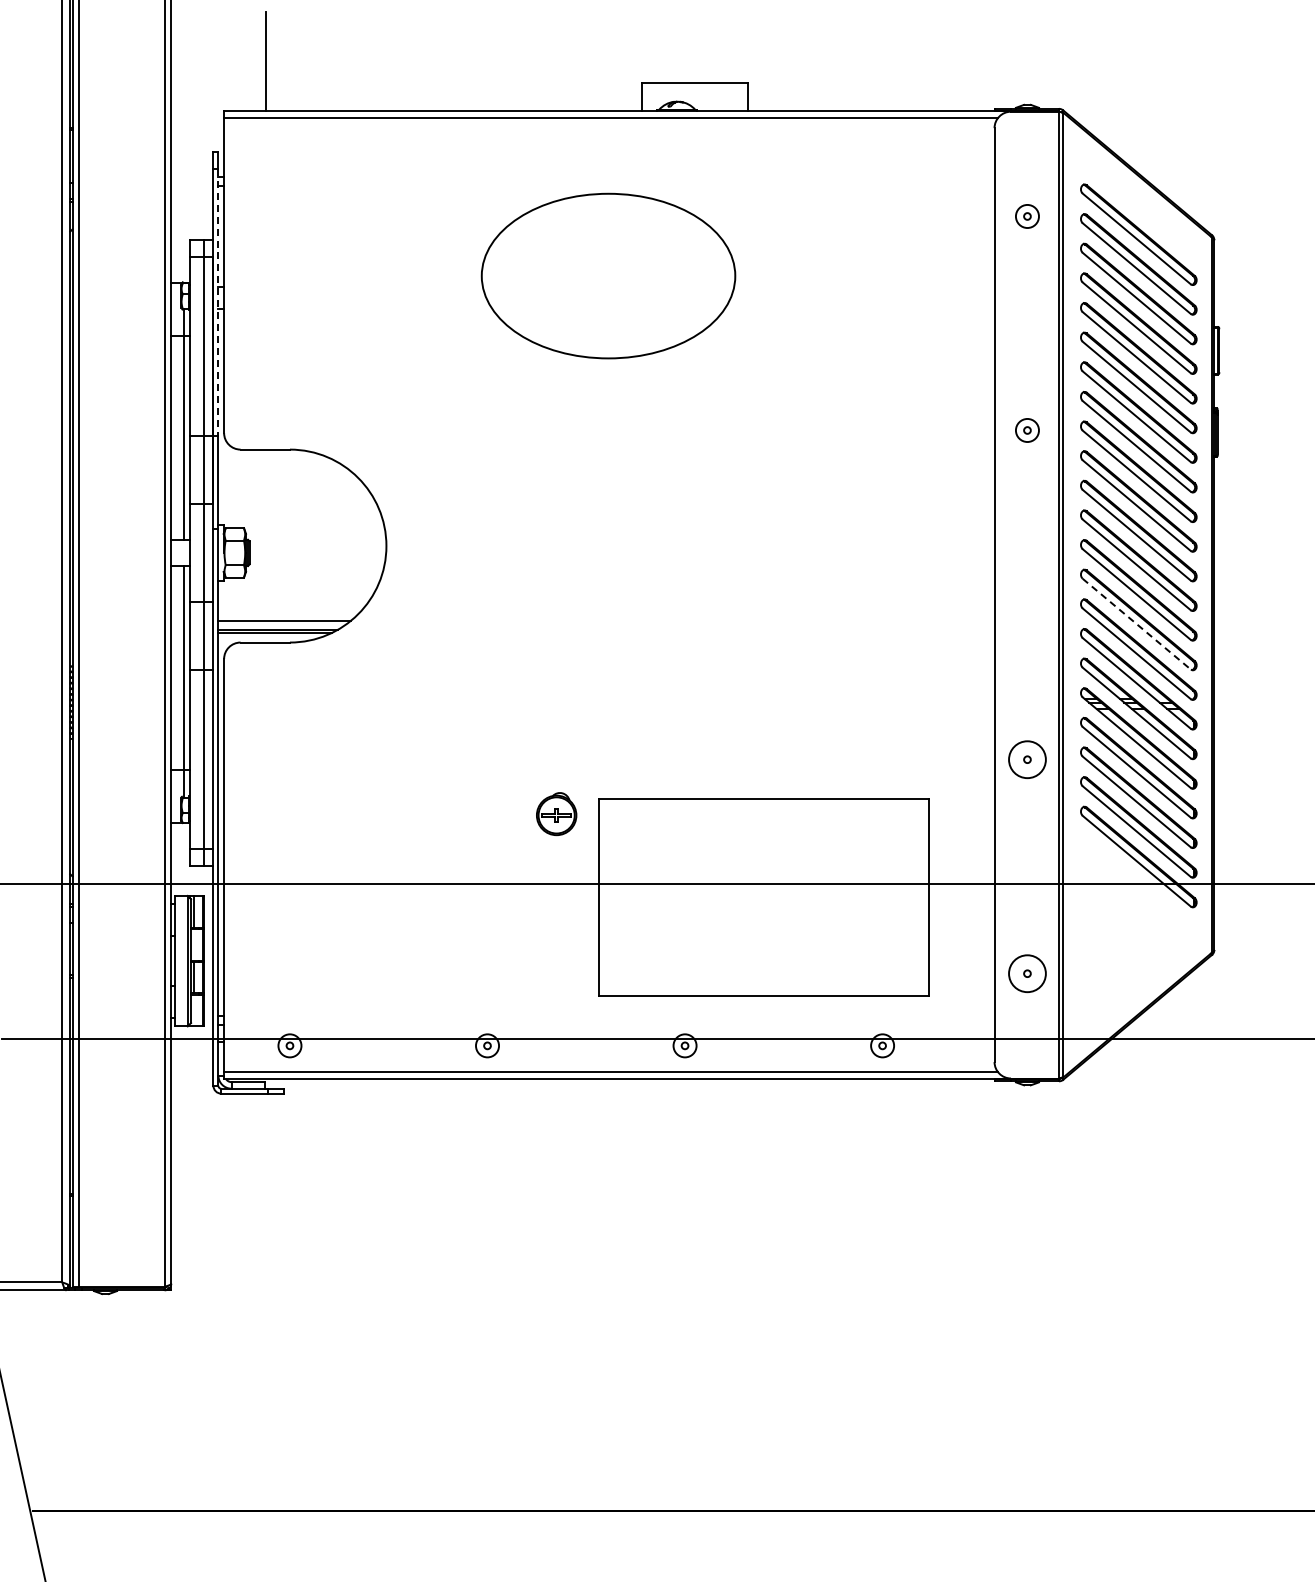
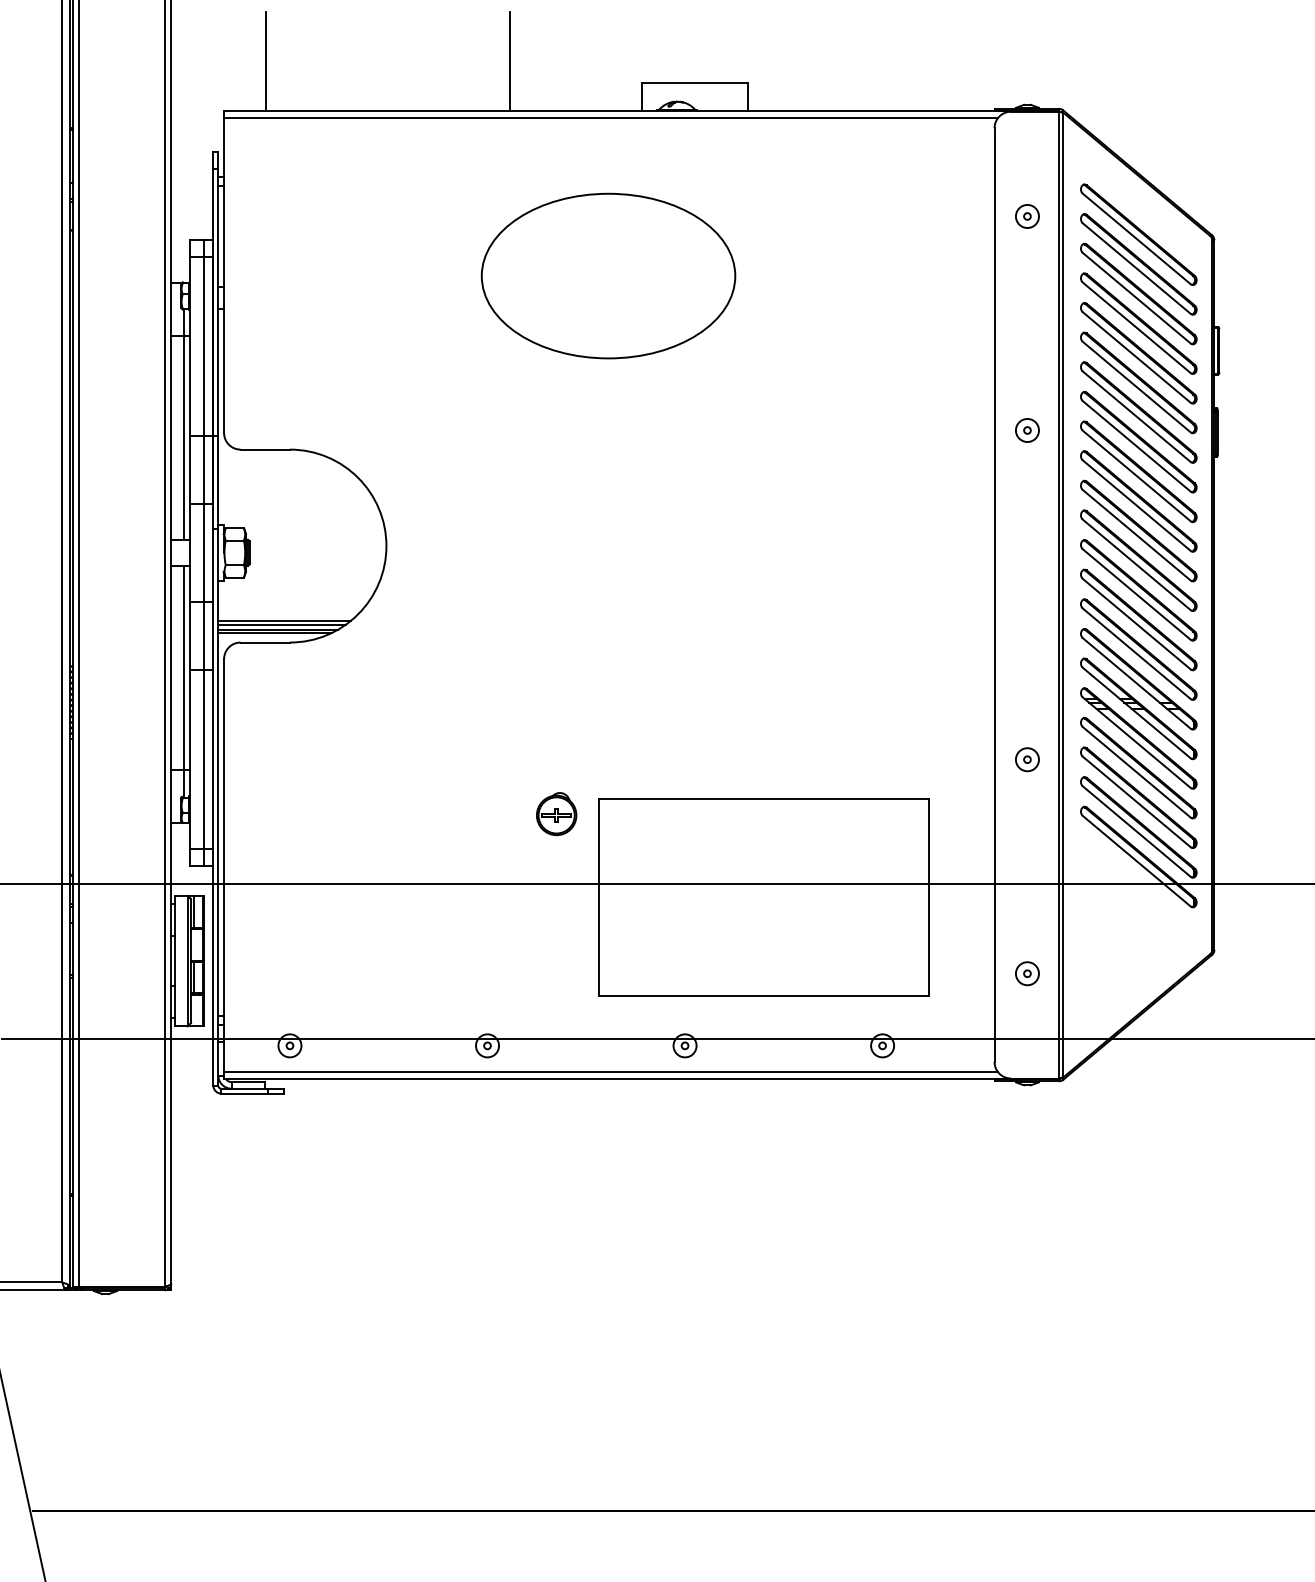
line at (509, 61): none -> present
line at (218, 302): dashed -> solid
line at (281, 624): none -> present
line at (1136, 624): dashed -> solid
circle at (1027, 759) diameter: 37 px -> 23 px
circle at (1027, 973) diameter: 37 px -> 23 px
